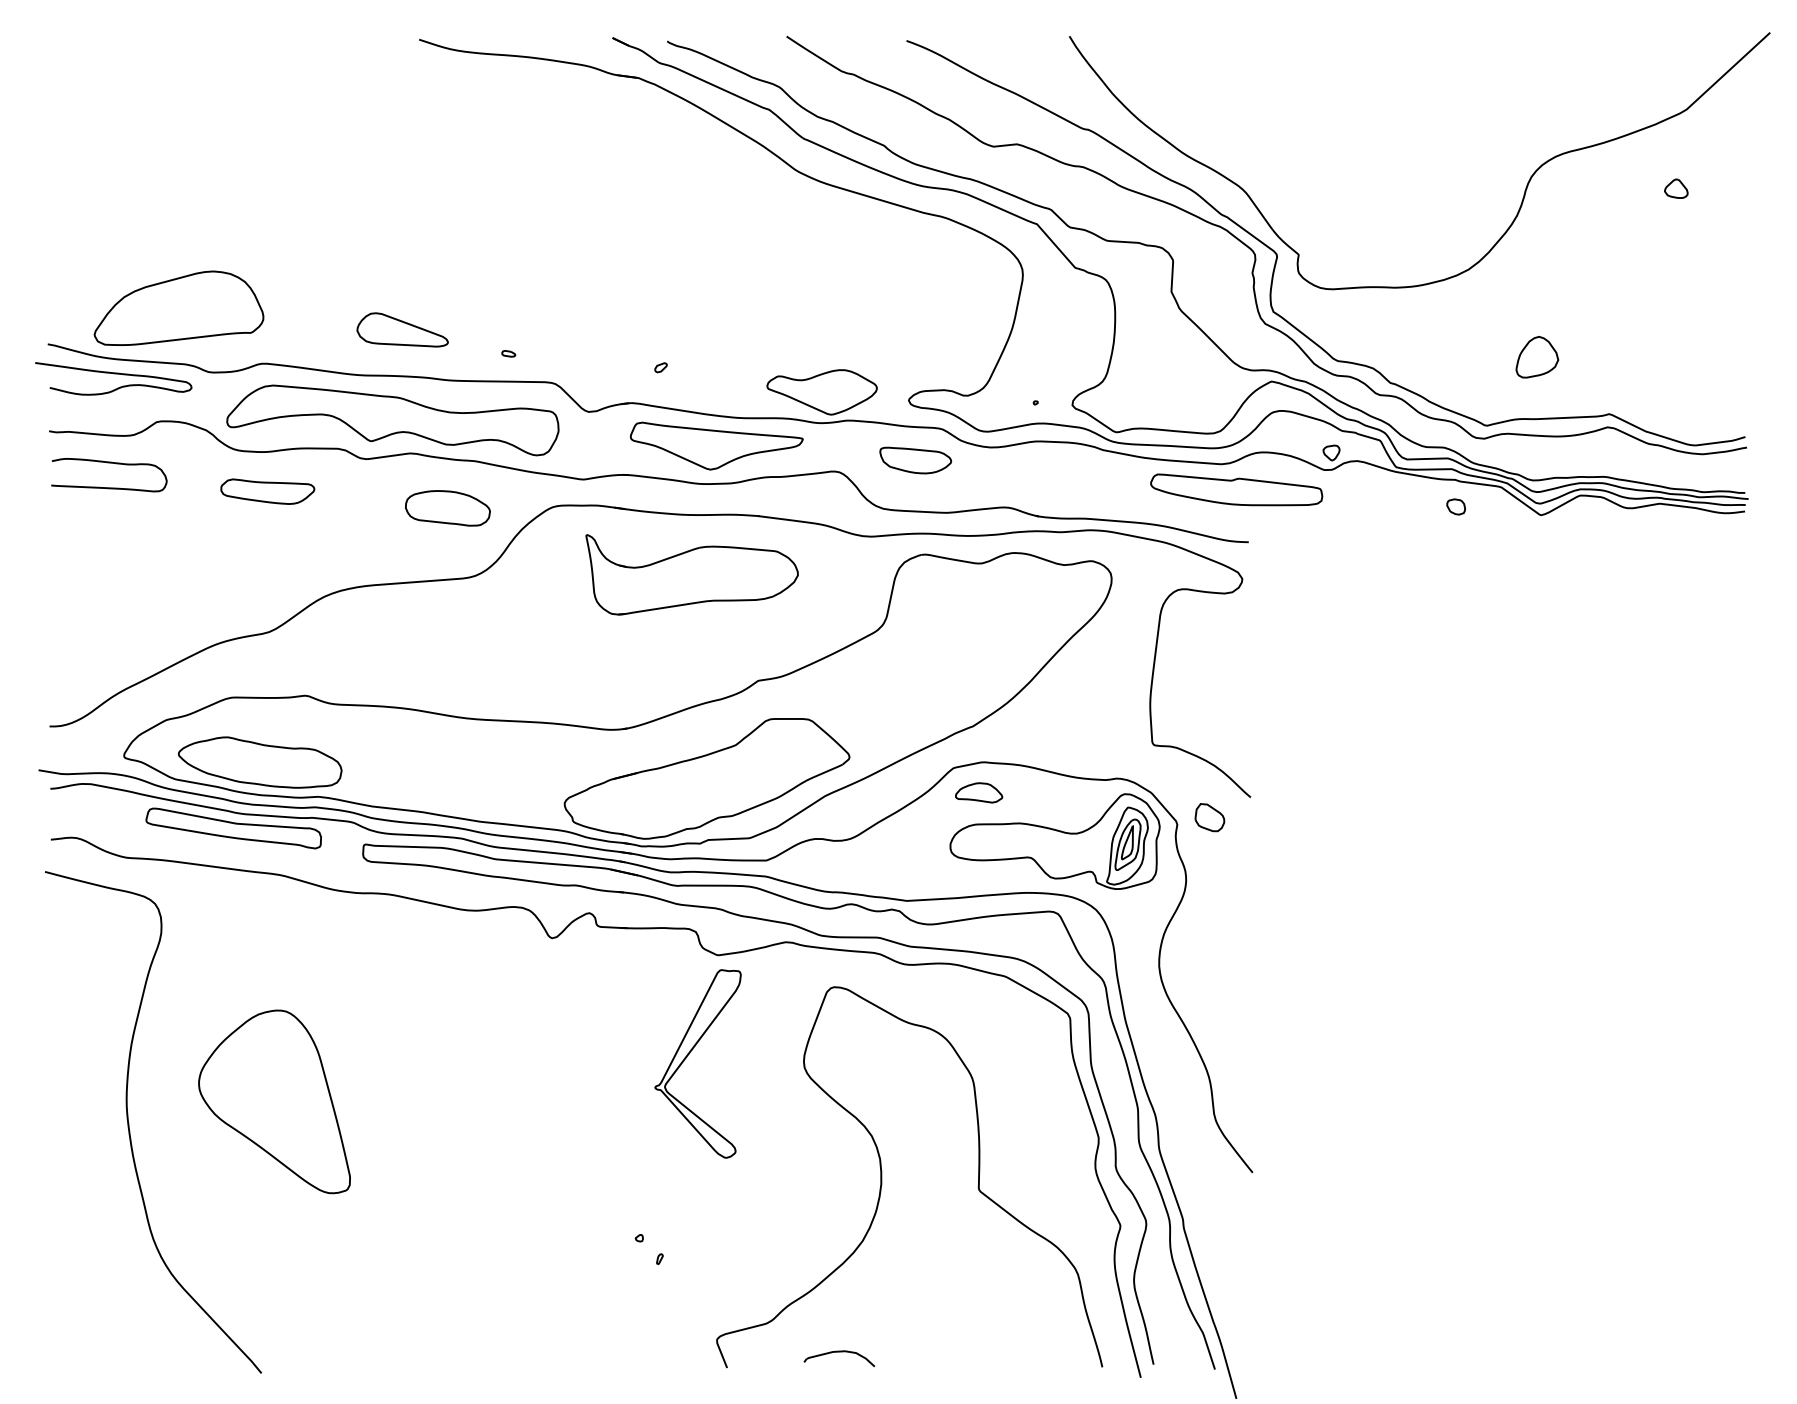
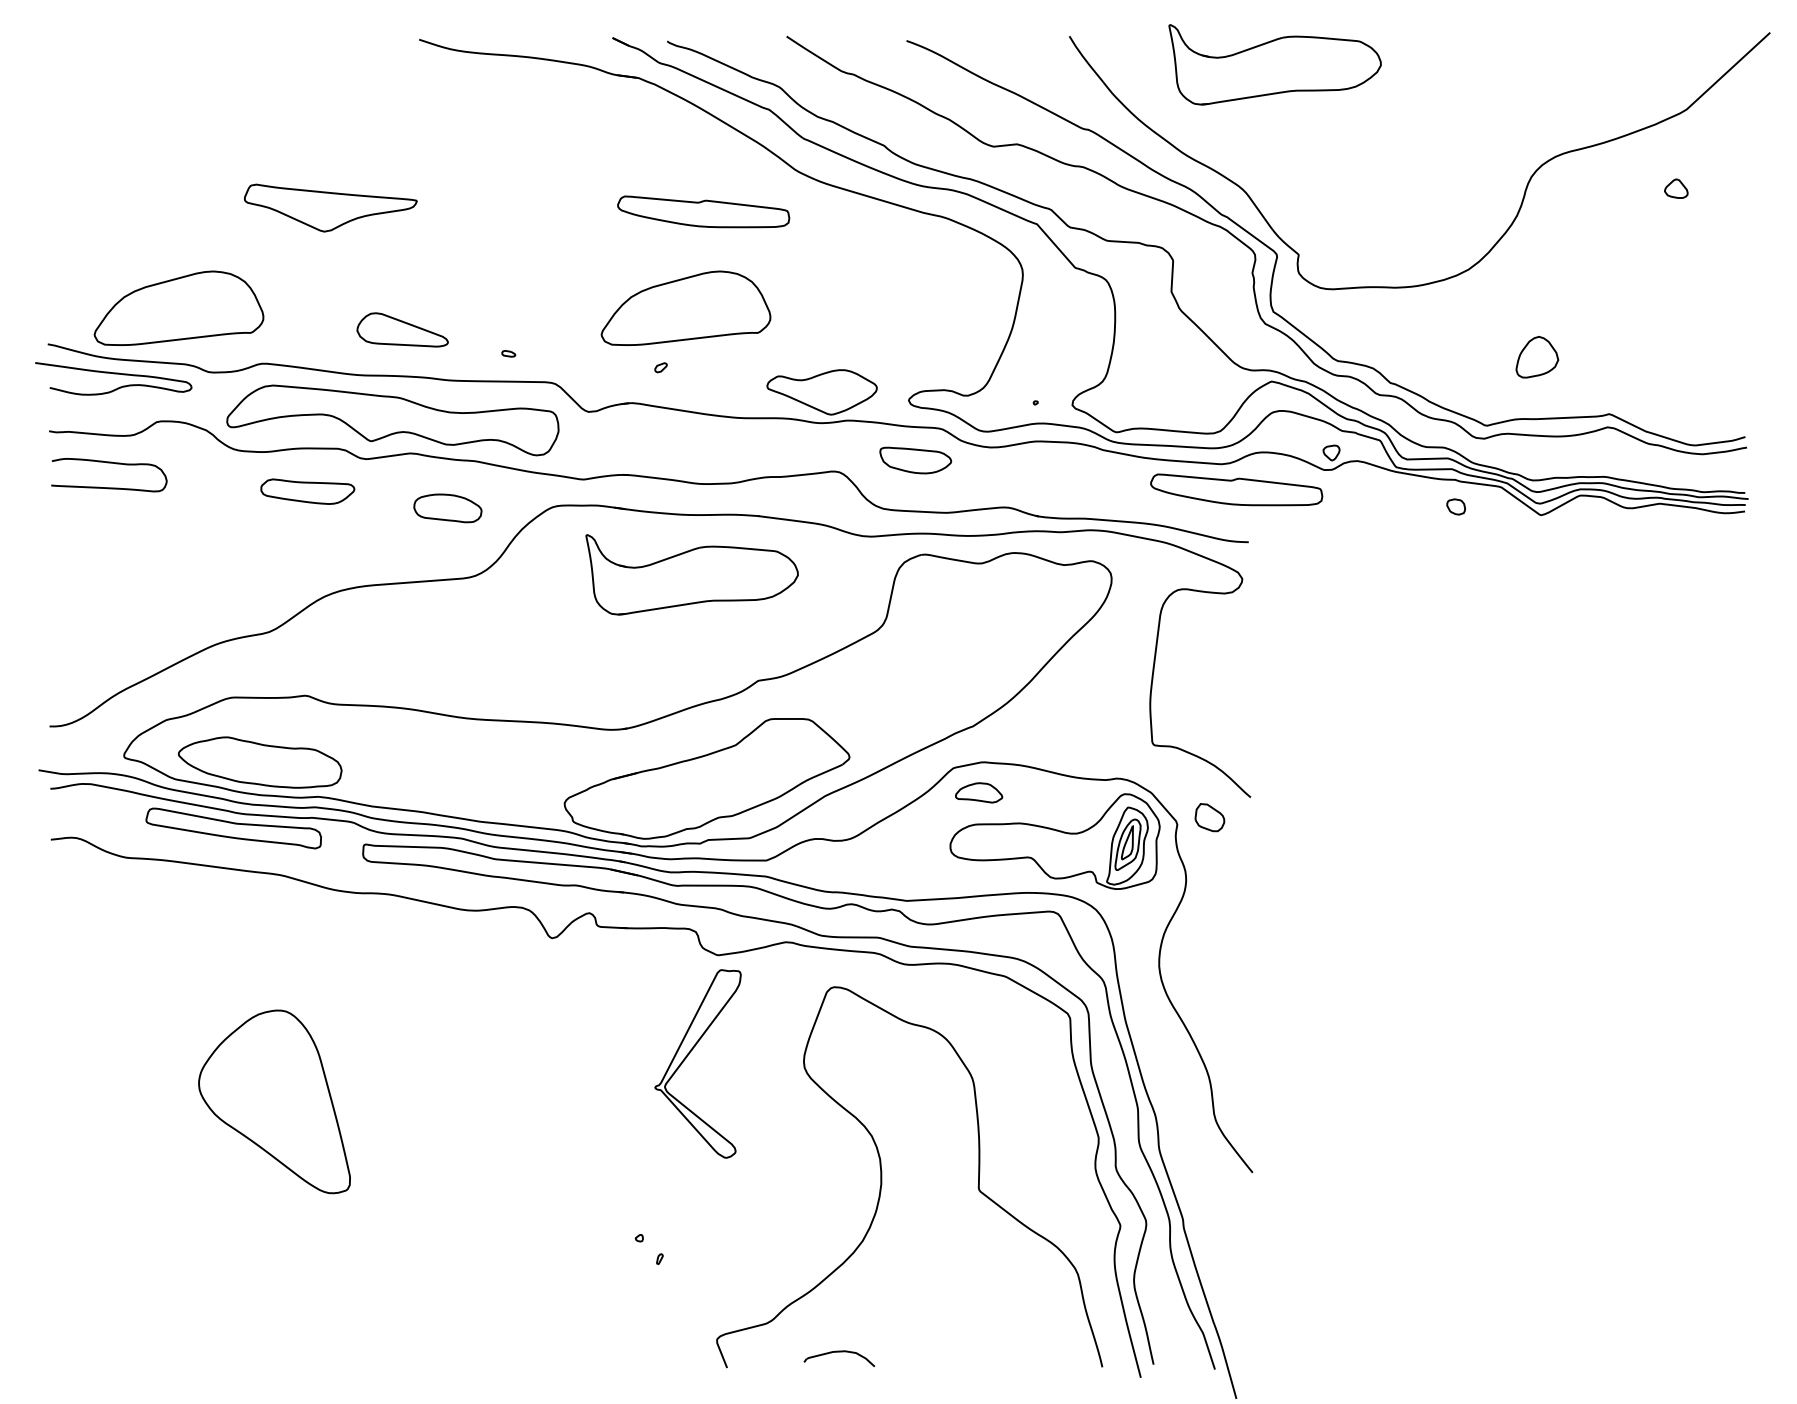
part at (1274, 64): none -> present
part at (703, 211): none -> present
part at (685, 307): none -> present
part at (716, 445) position: (716, 445) -> (330, 207)
part at (267, 491) position: (267, 491) -> (307, 491)
part at (447, 508) size: 86x37 px -> 70x31 px
curve at (129, 1123): present -> none
